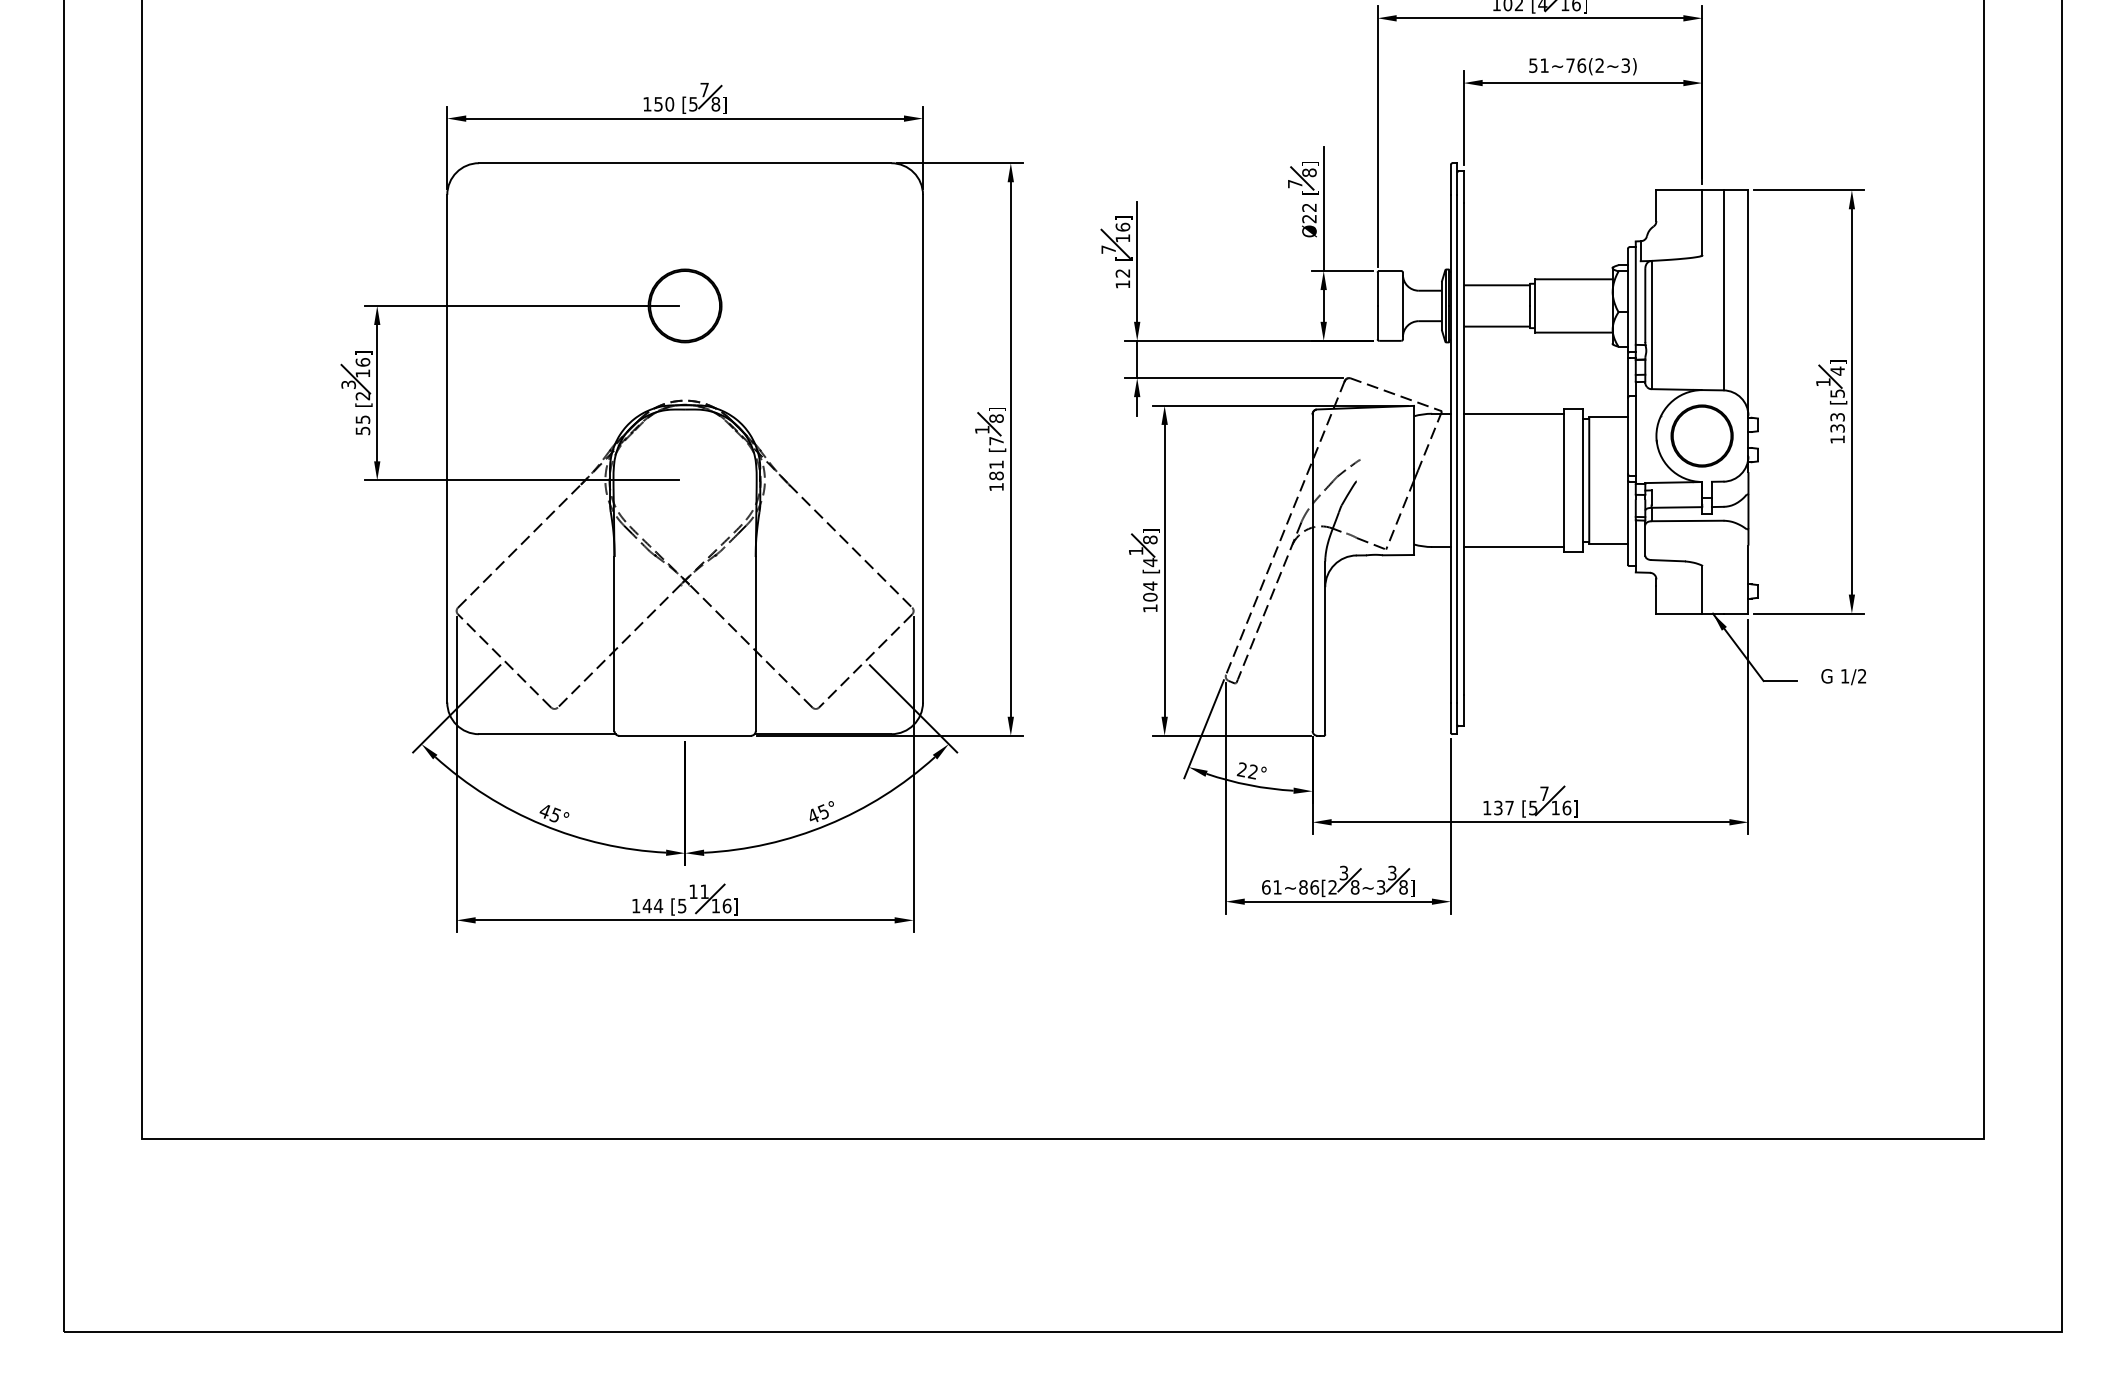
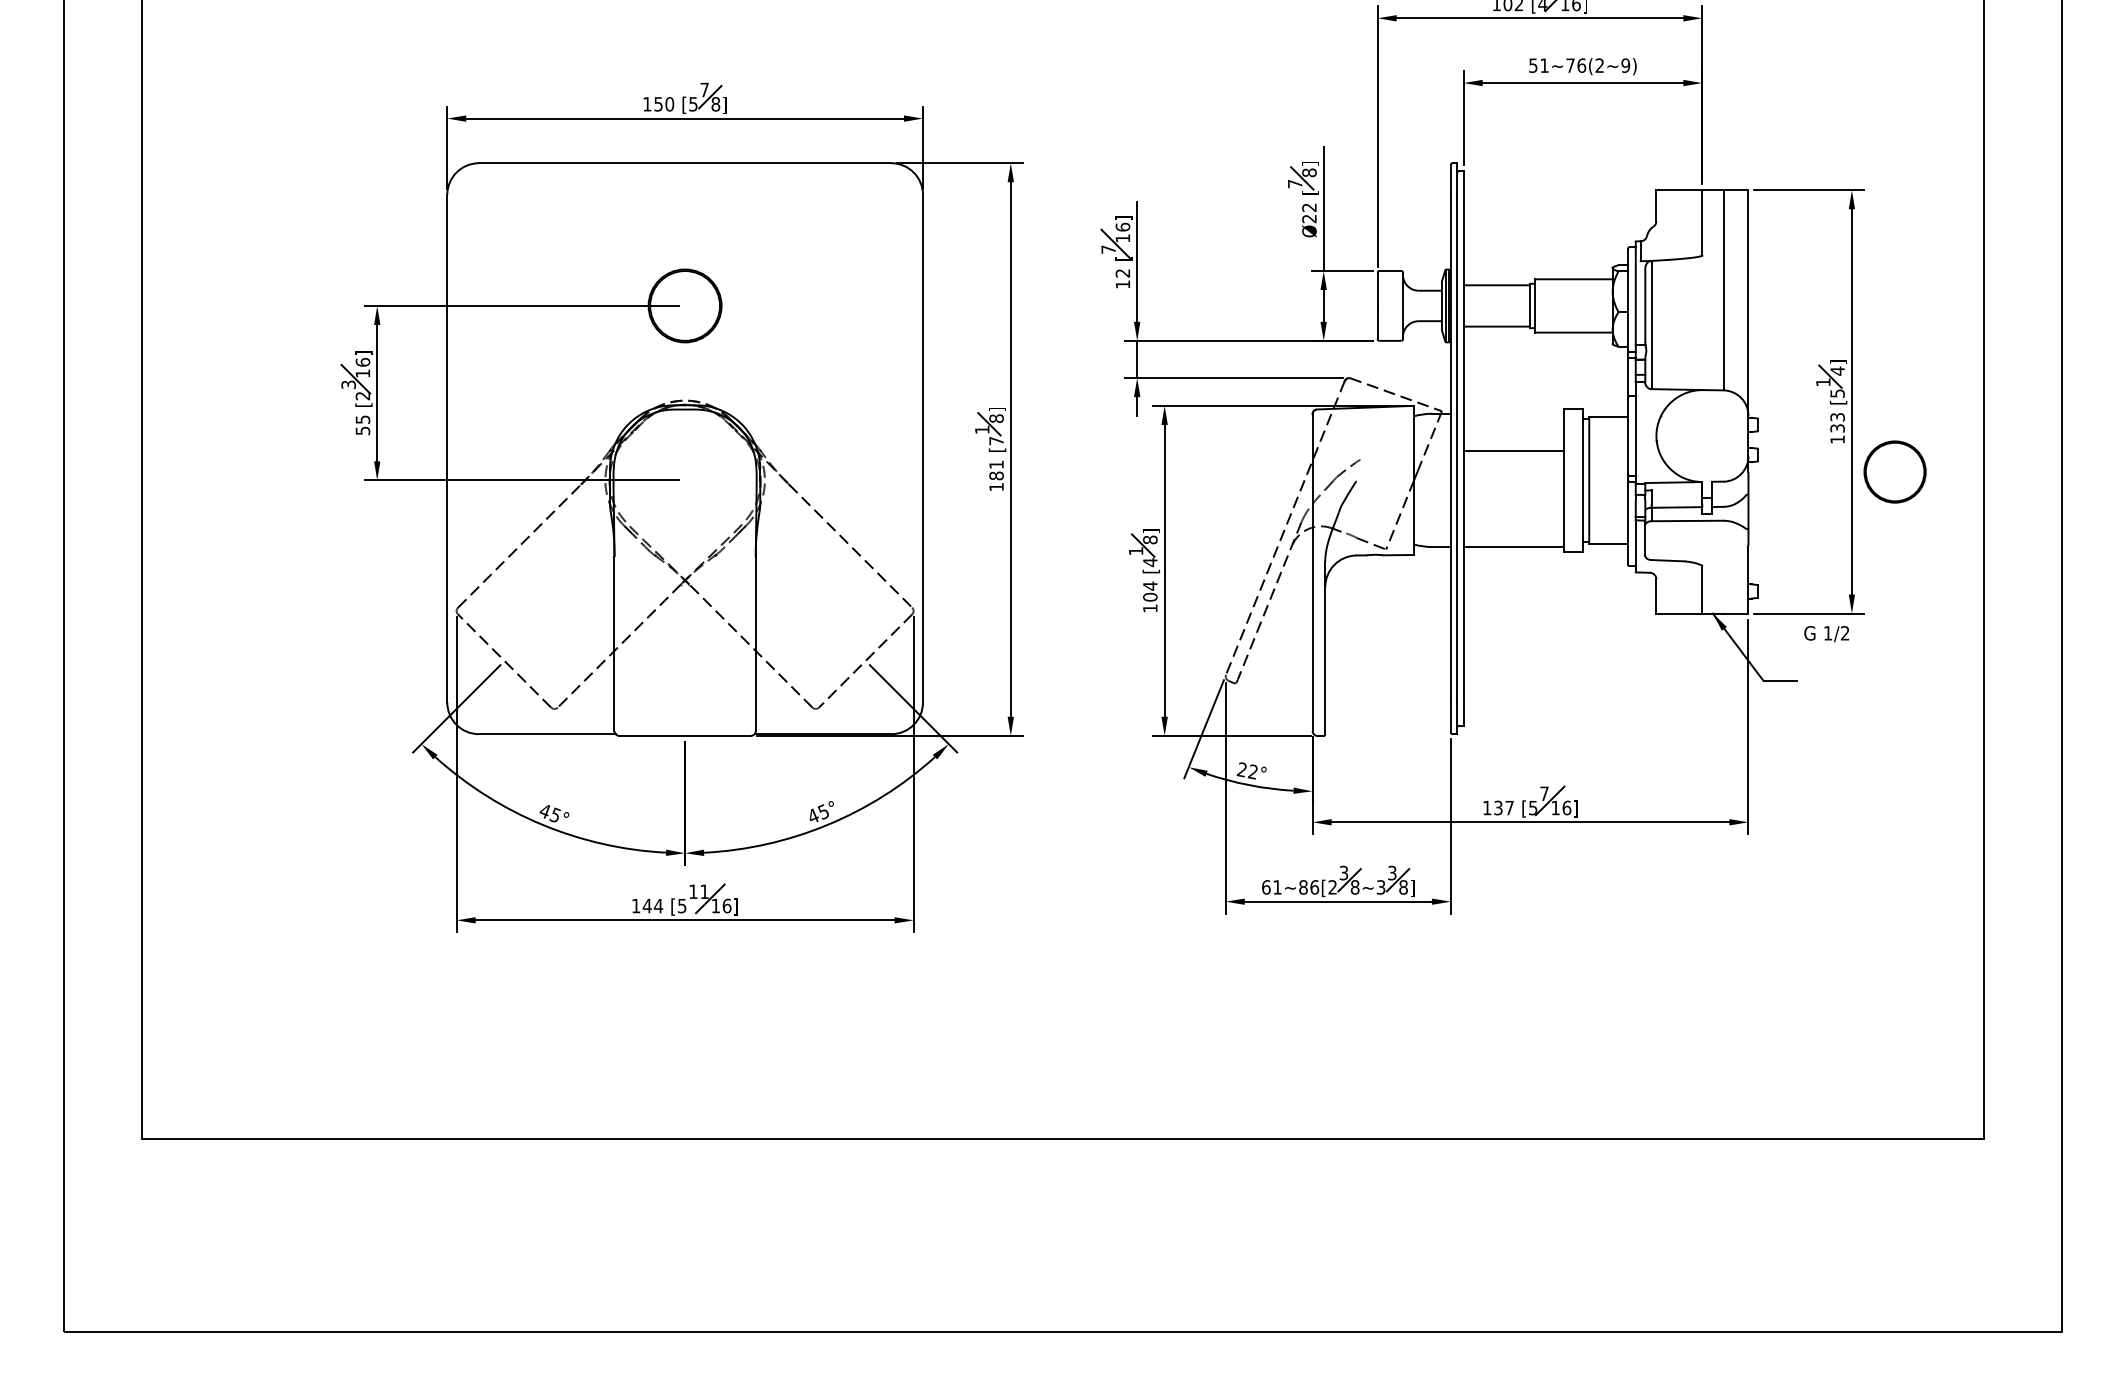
text at (1625, 65): 51~76(2~3) -> 51~76(2~9)
line at (1513, 413) position: (1513, 413) -> (1513, 450)
circle at (1701, 435) position: (1701, 435) -> (1894, 471)
text at (1843, 677) position: (1843, 677) -> (1826, 634)
